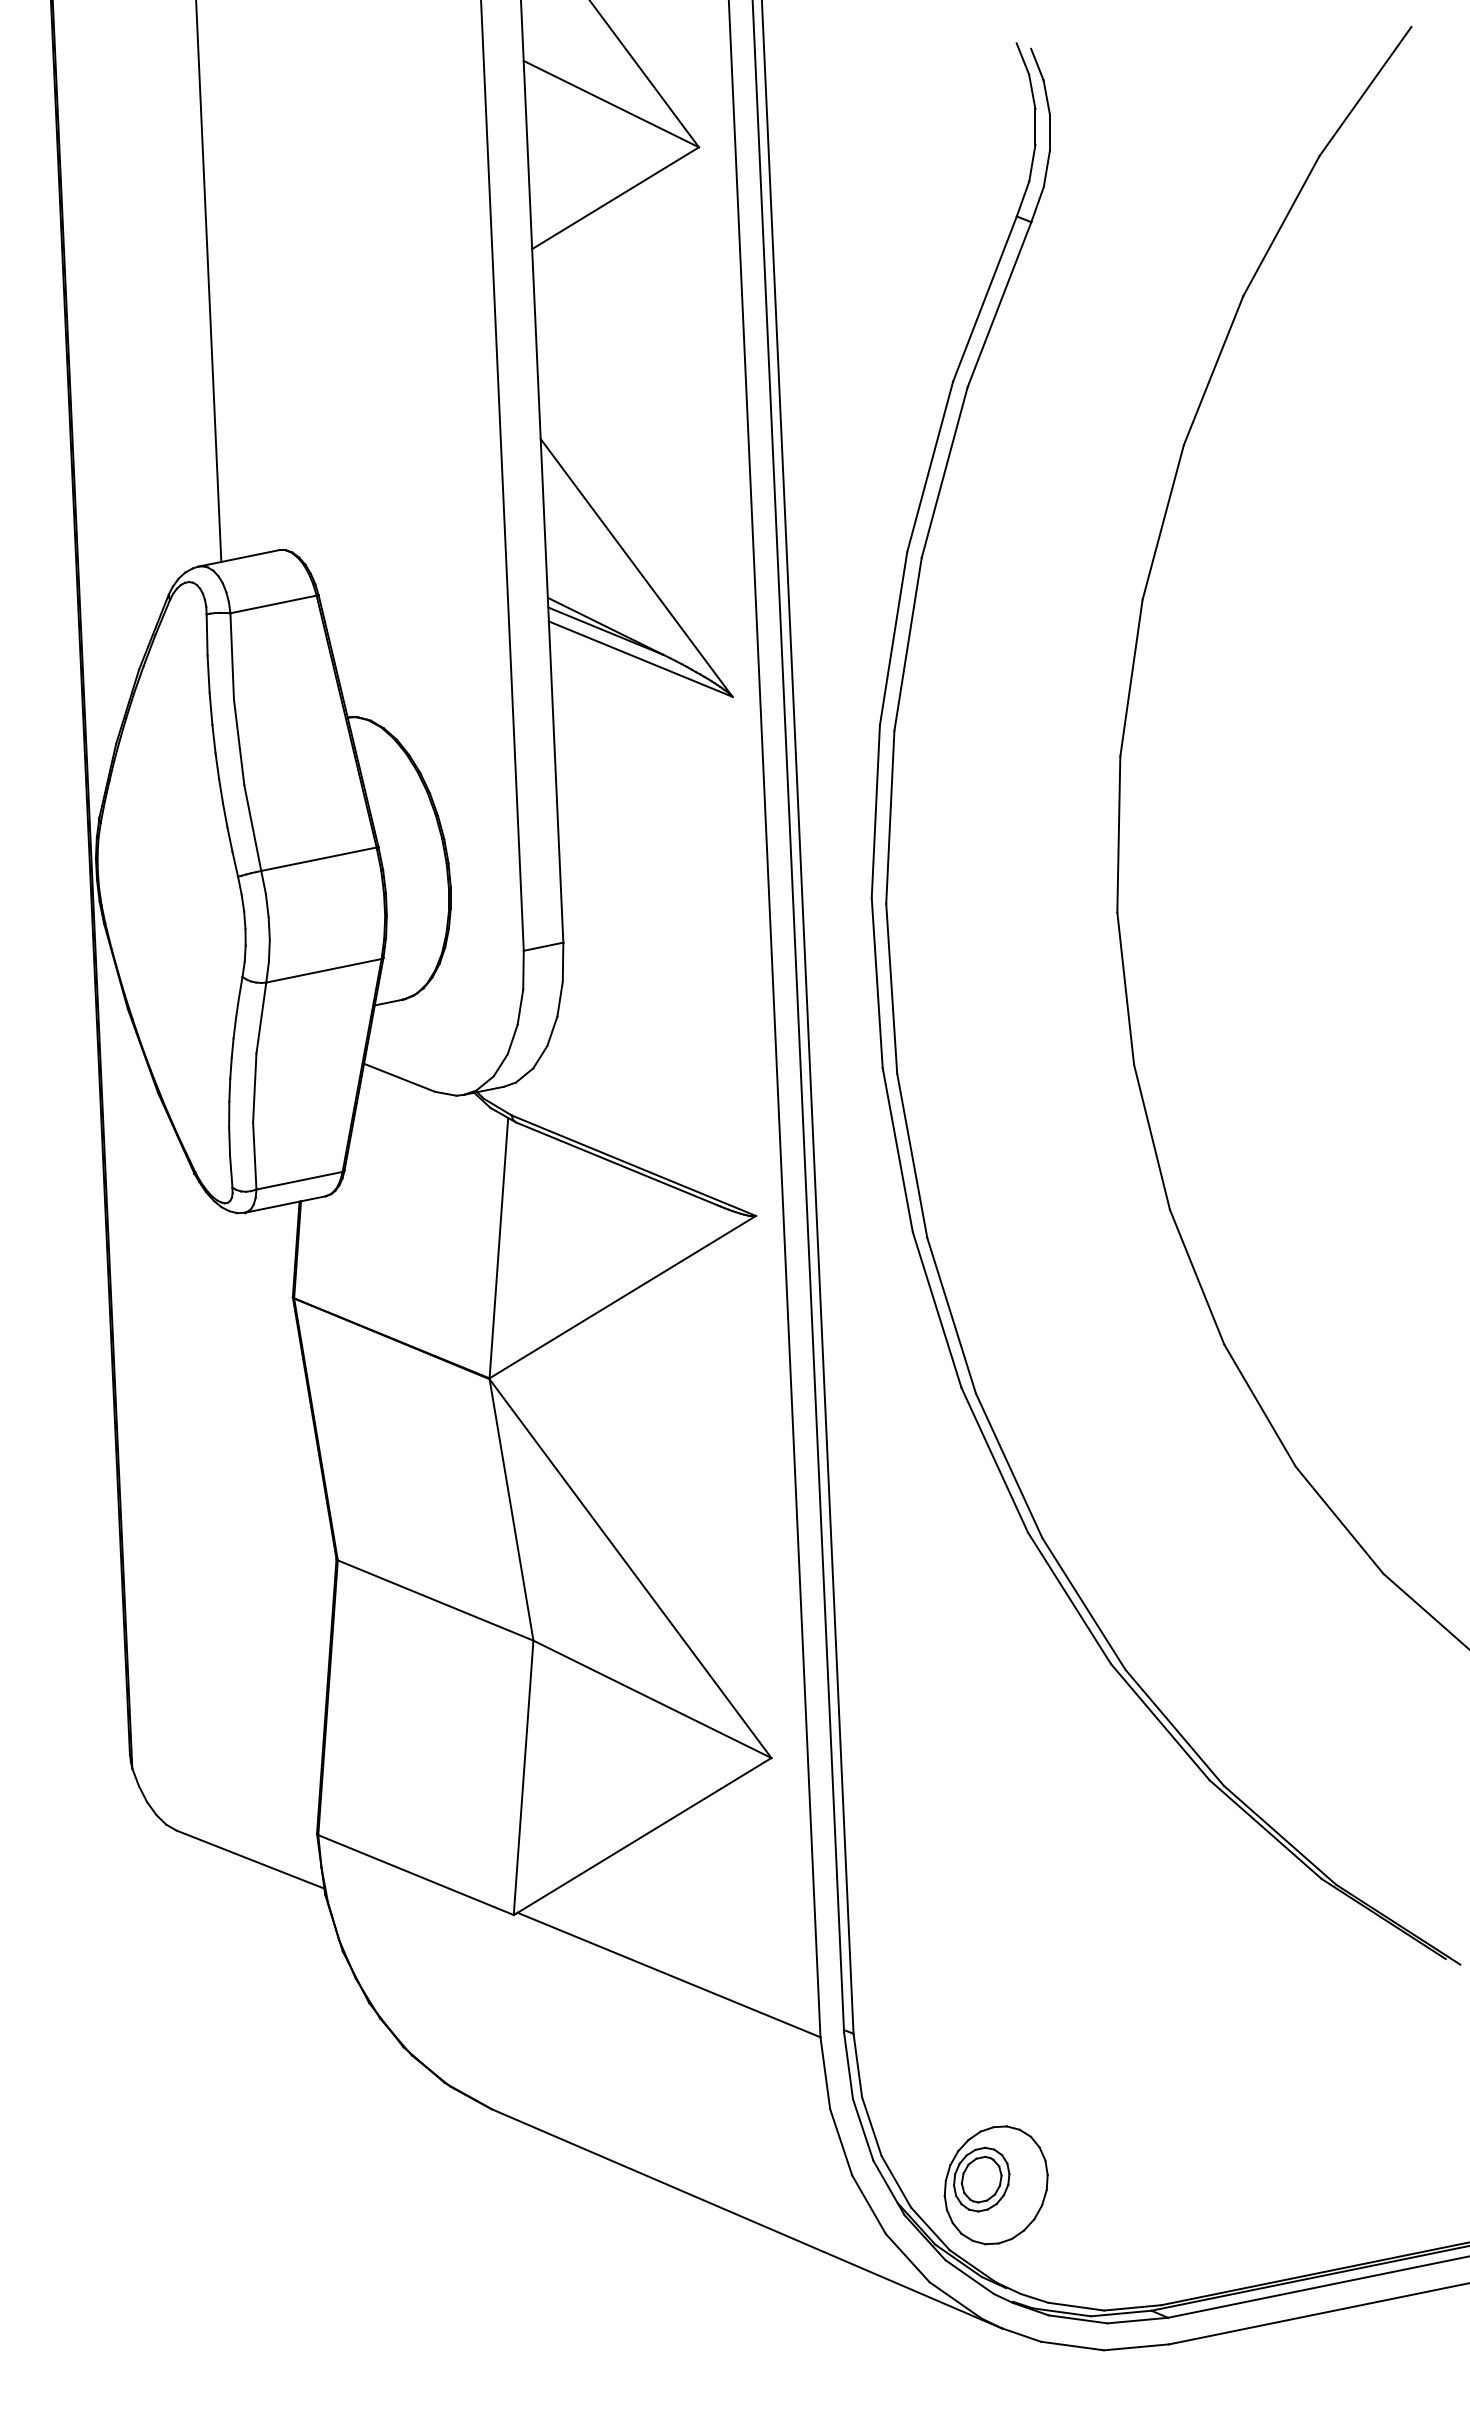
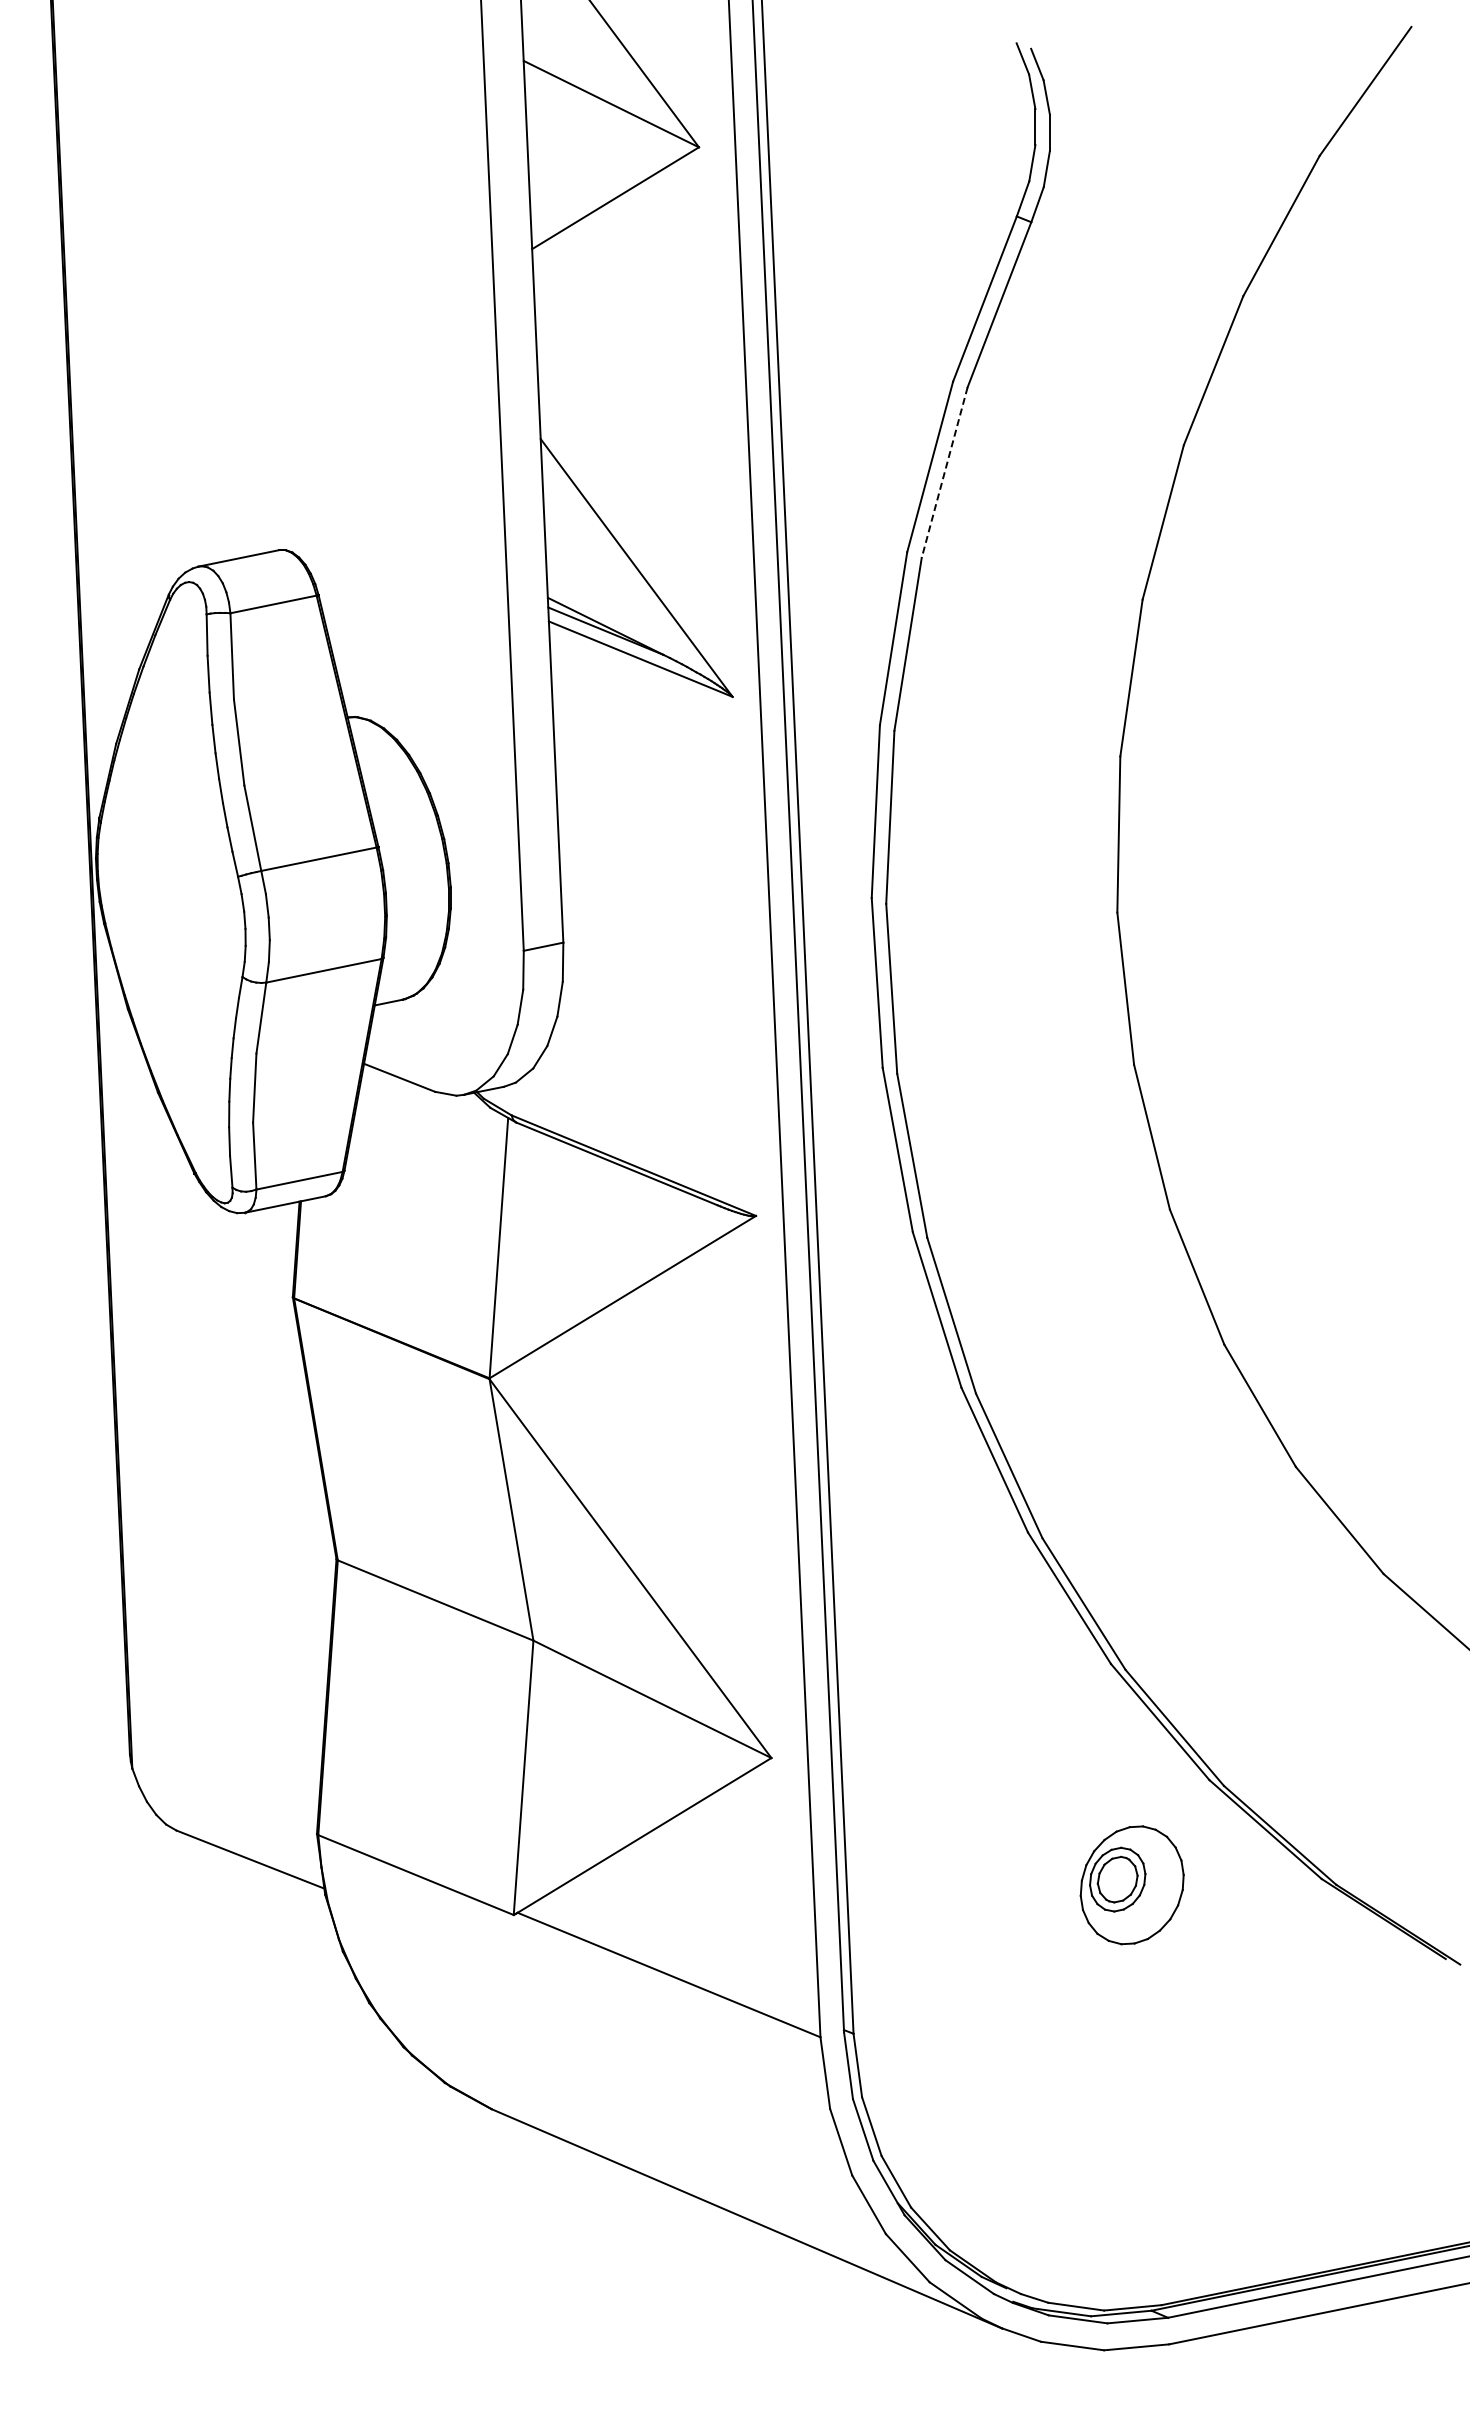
line at (208, 282): present -> none
line at (944, 473): solid -> dashed
part at (995, 2185) position: (995, 2185) -> (1131, 1885)
